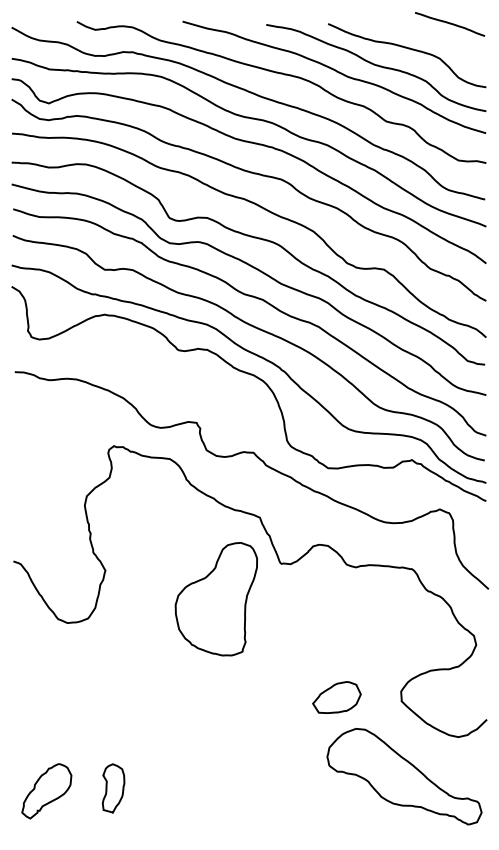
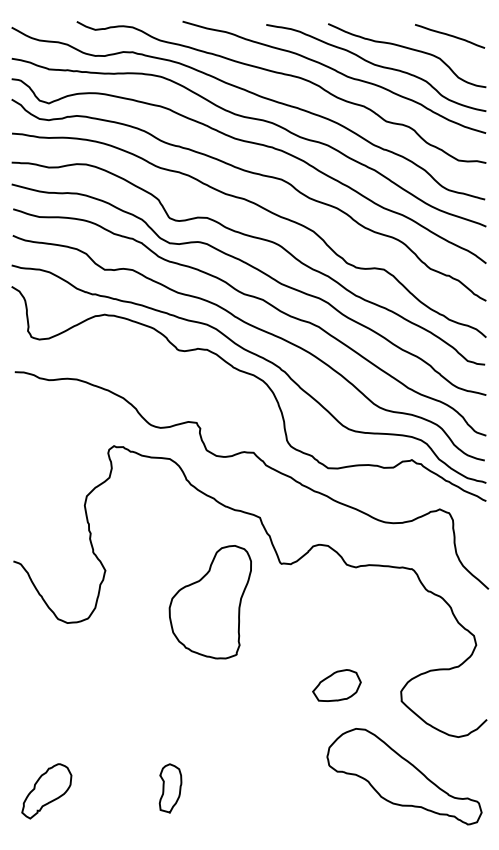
curve at (450, 24) position: (450, 24) -> (450, 36)
part at (215, 599) position: (215, 599) -> (209, 602)
part at (336, 697) position: (336, 697) -> (336, 685)
part at (113, 788) position: (113, 788) -> (170, 788)
